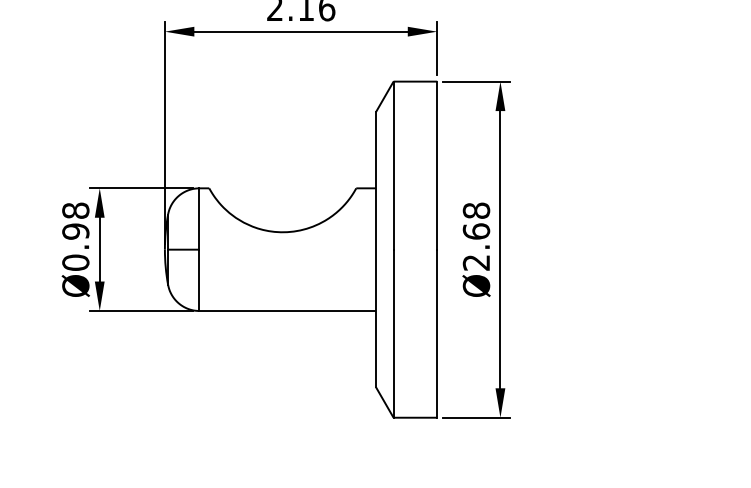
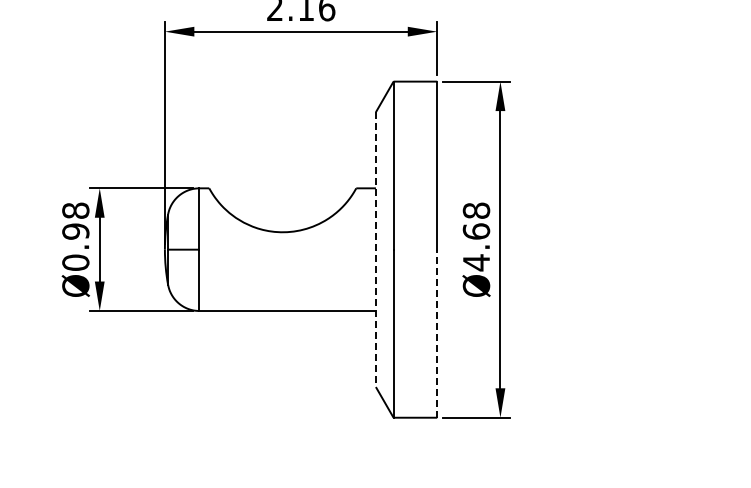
line at (375, 250): solid -> dashed
text at (475, 262): Ø2.68 -> Ø4.68
line at (437, 333): solid -> dashed
